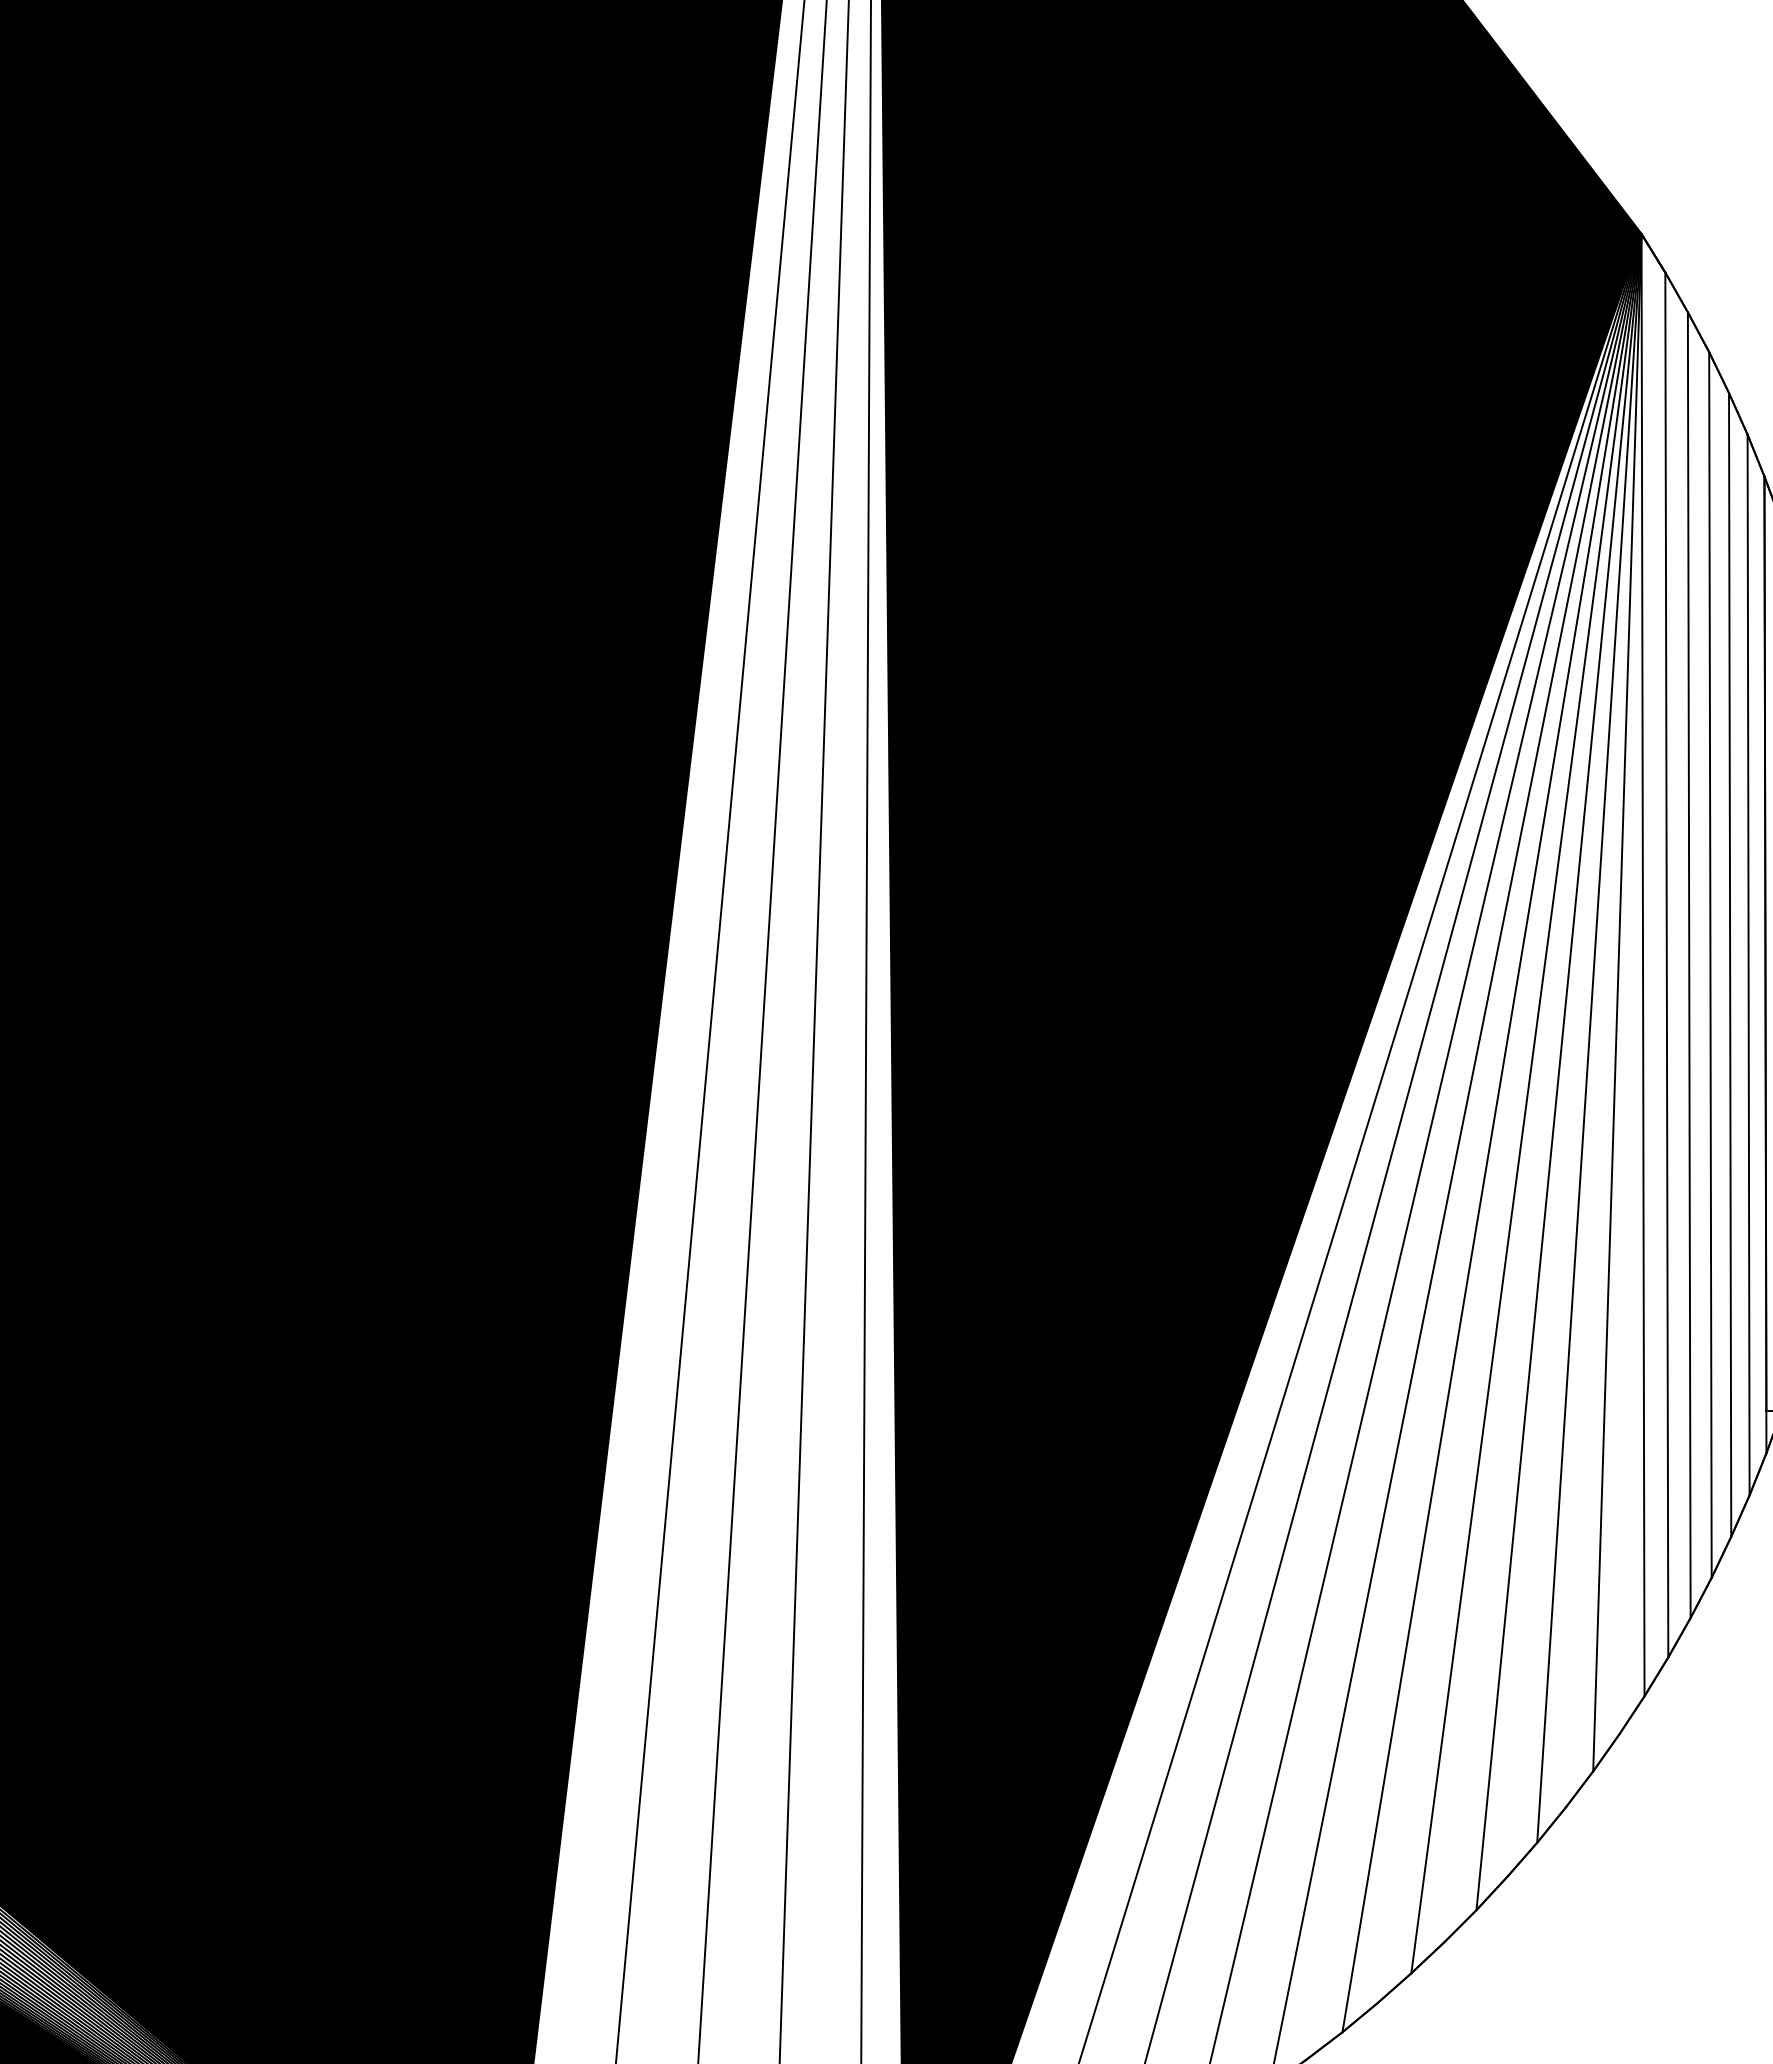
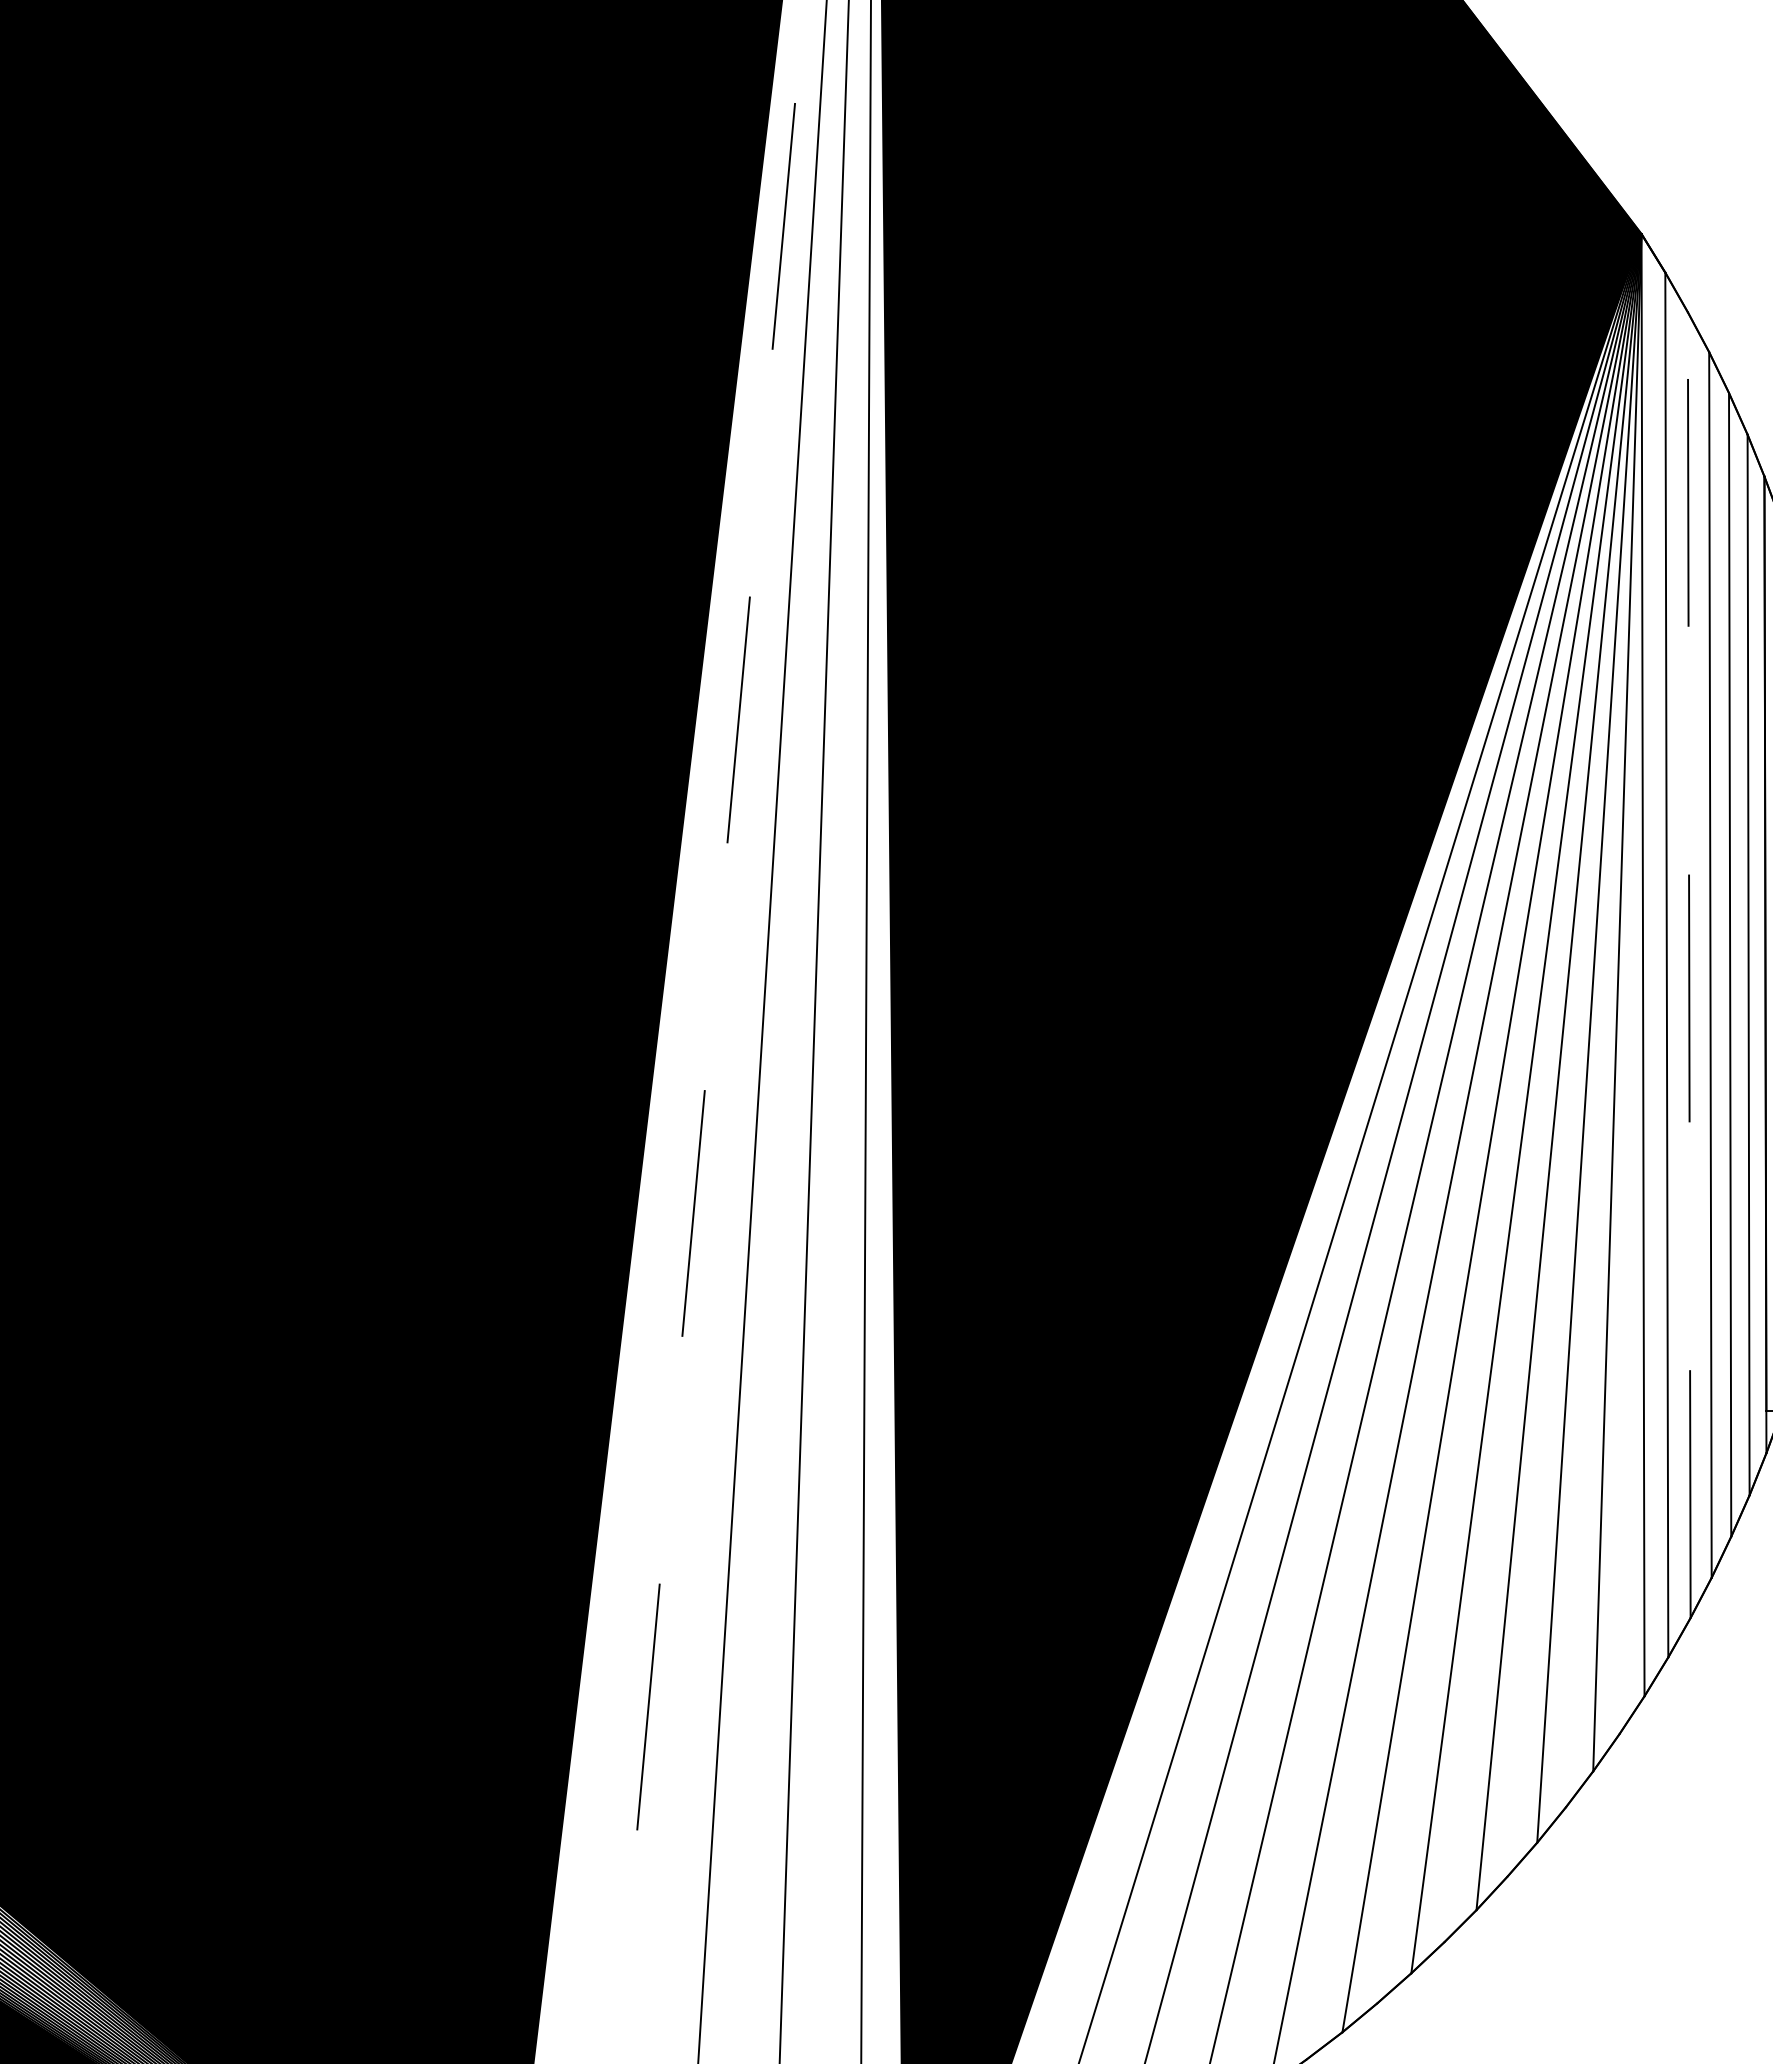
line at (1689, 965): solid -> dashed
line at (710, 1031): solid -> dashed
